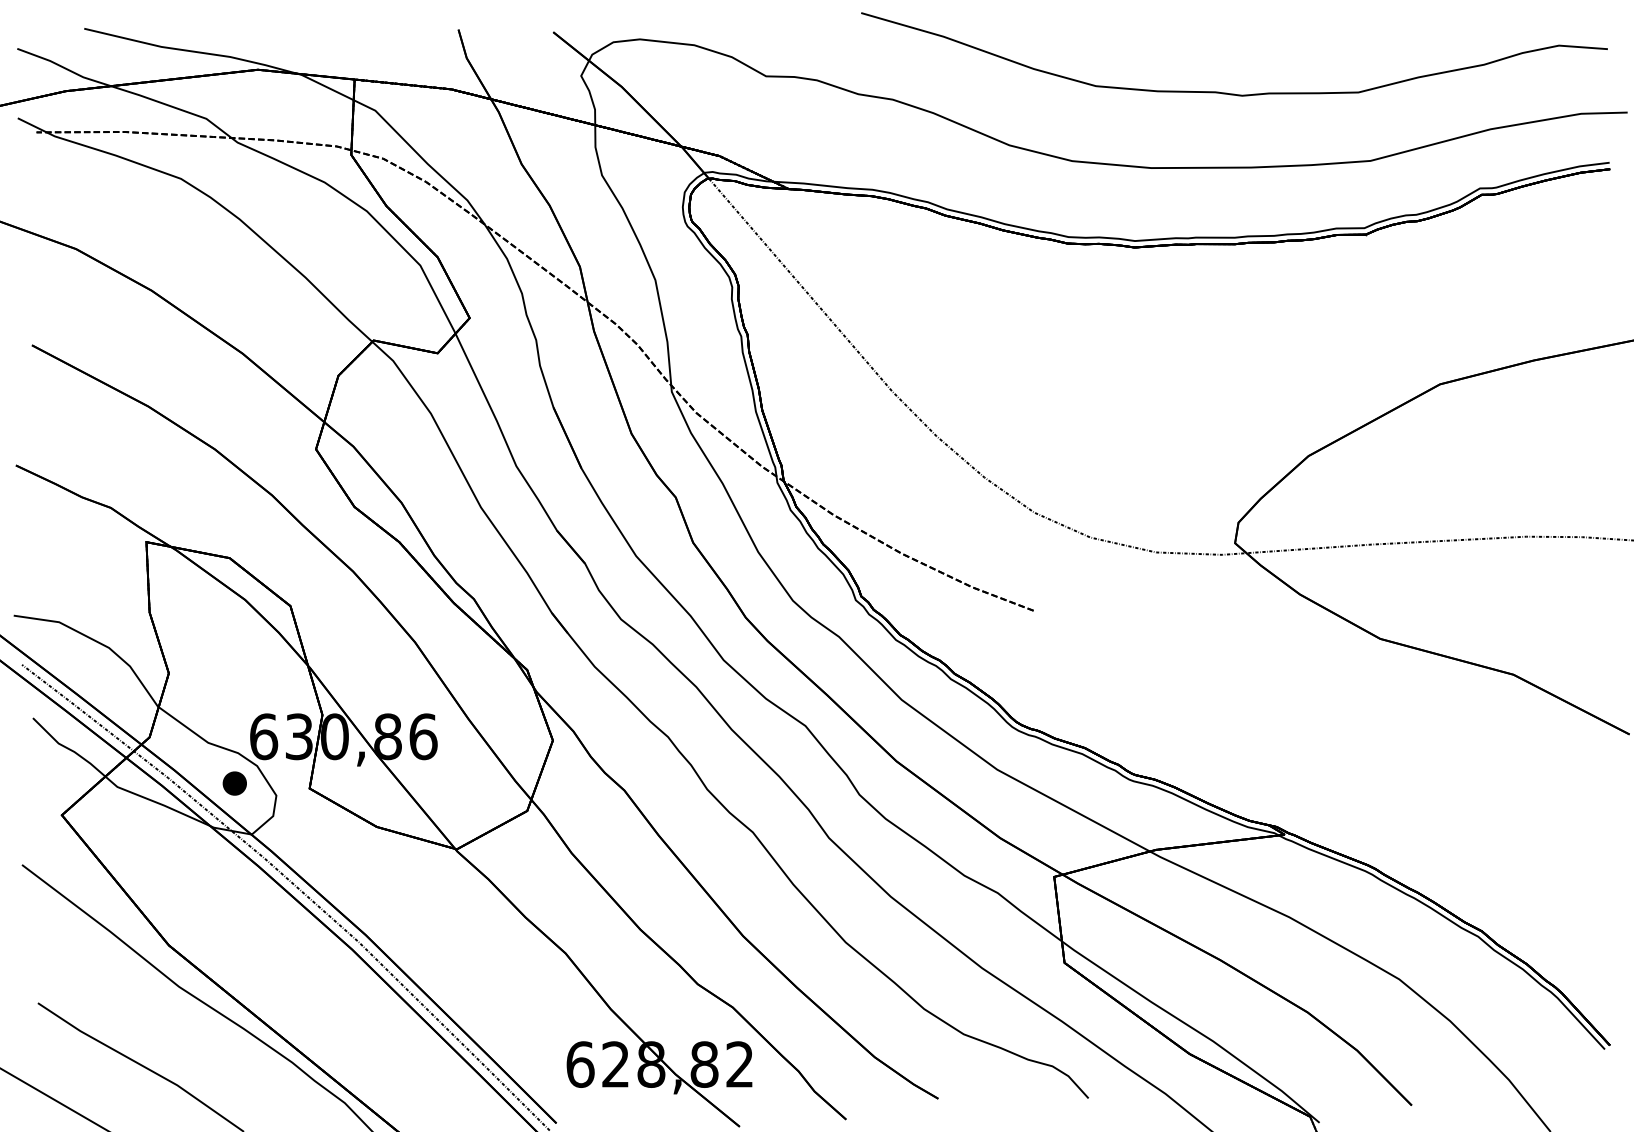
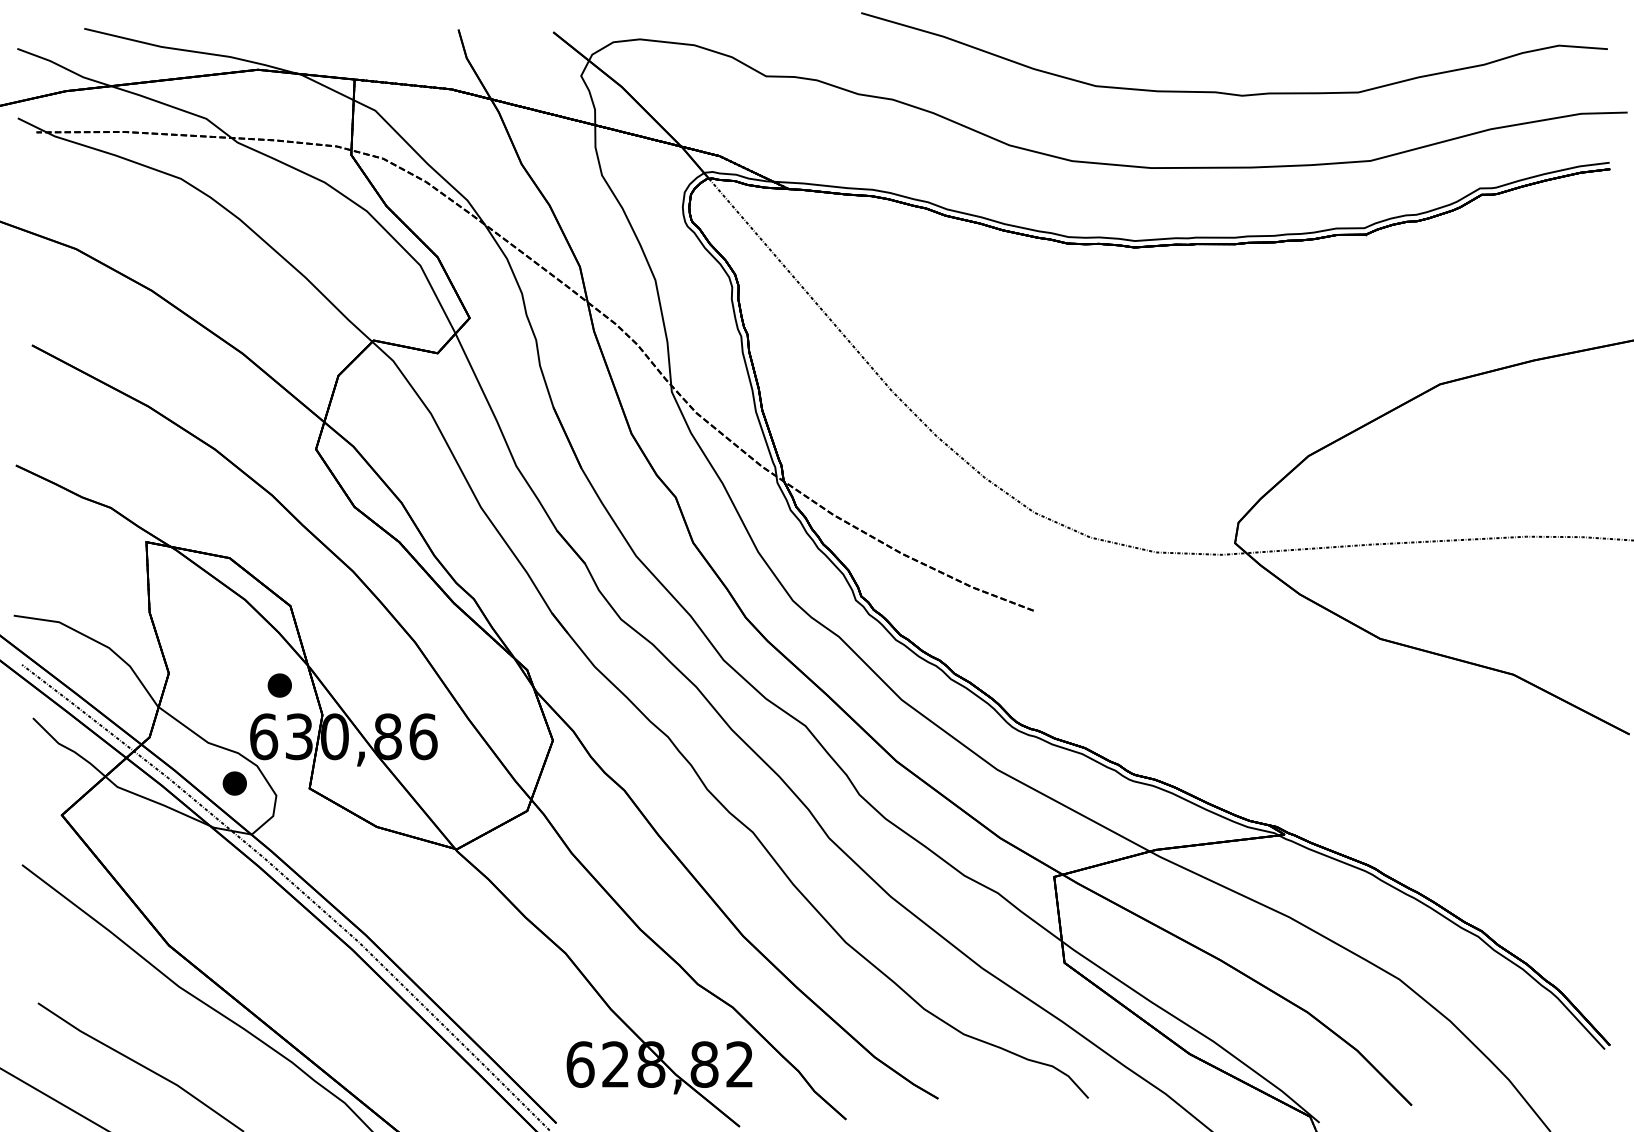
part at (279, 685): none -> present
